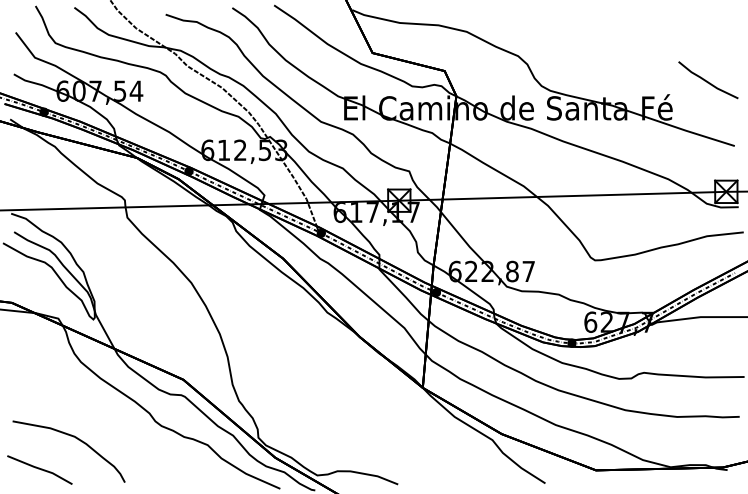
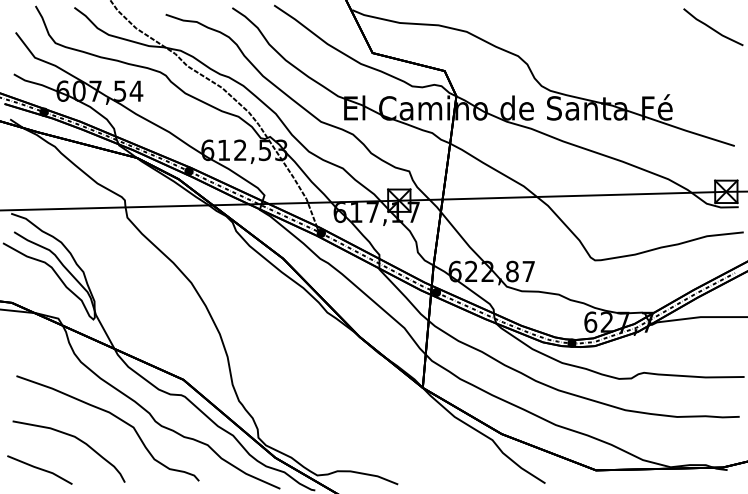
line at (707, 80) position: (707, 80) -> (712, 27)
curve at (113, 416): none -> present
